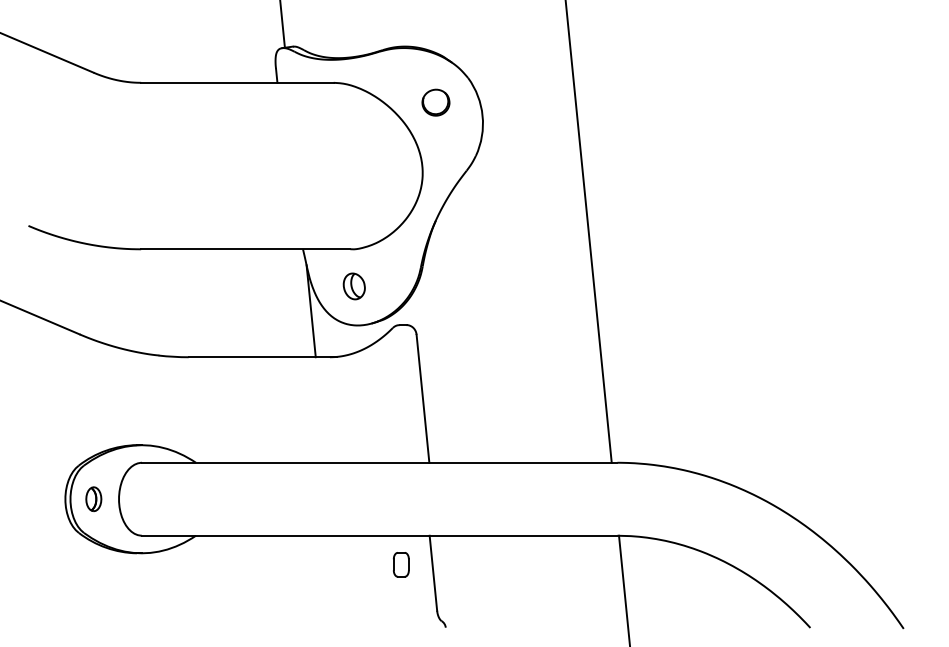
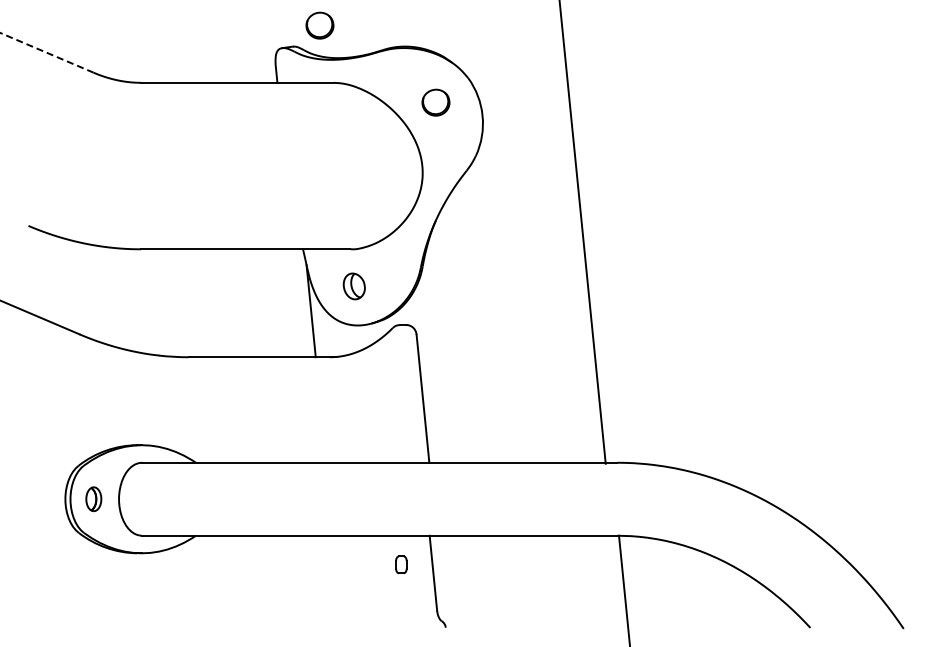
line at (282, 24): present -> none
part at (319, 25): none -> present
line at (46, 52): solid -> dashed
line at (588, 232) position: (588, 232) -> (582, 232)
part at (401, 564) size: 17x26 px -> 13x20 px
